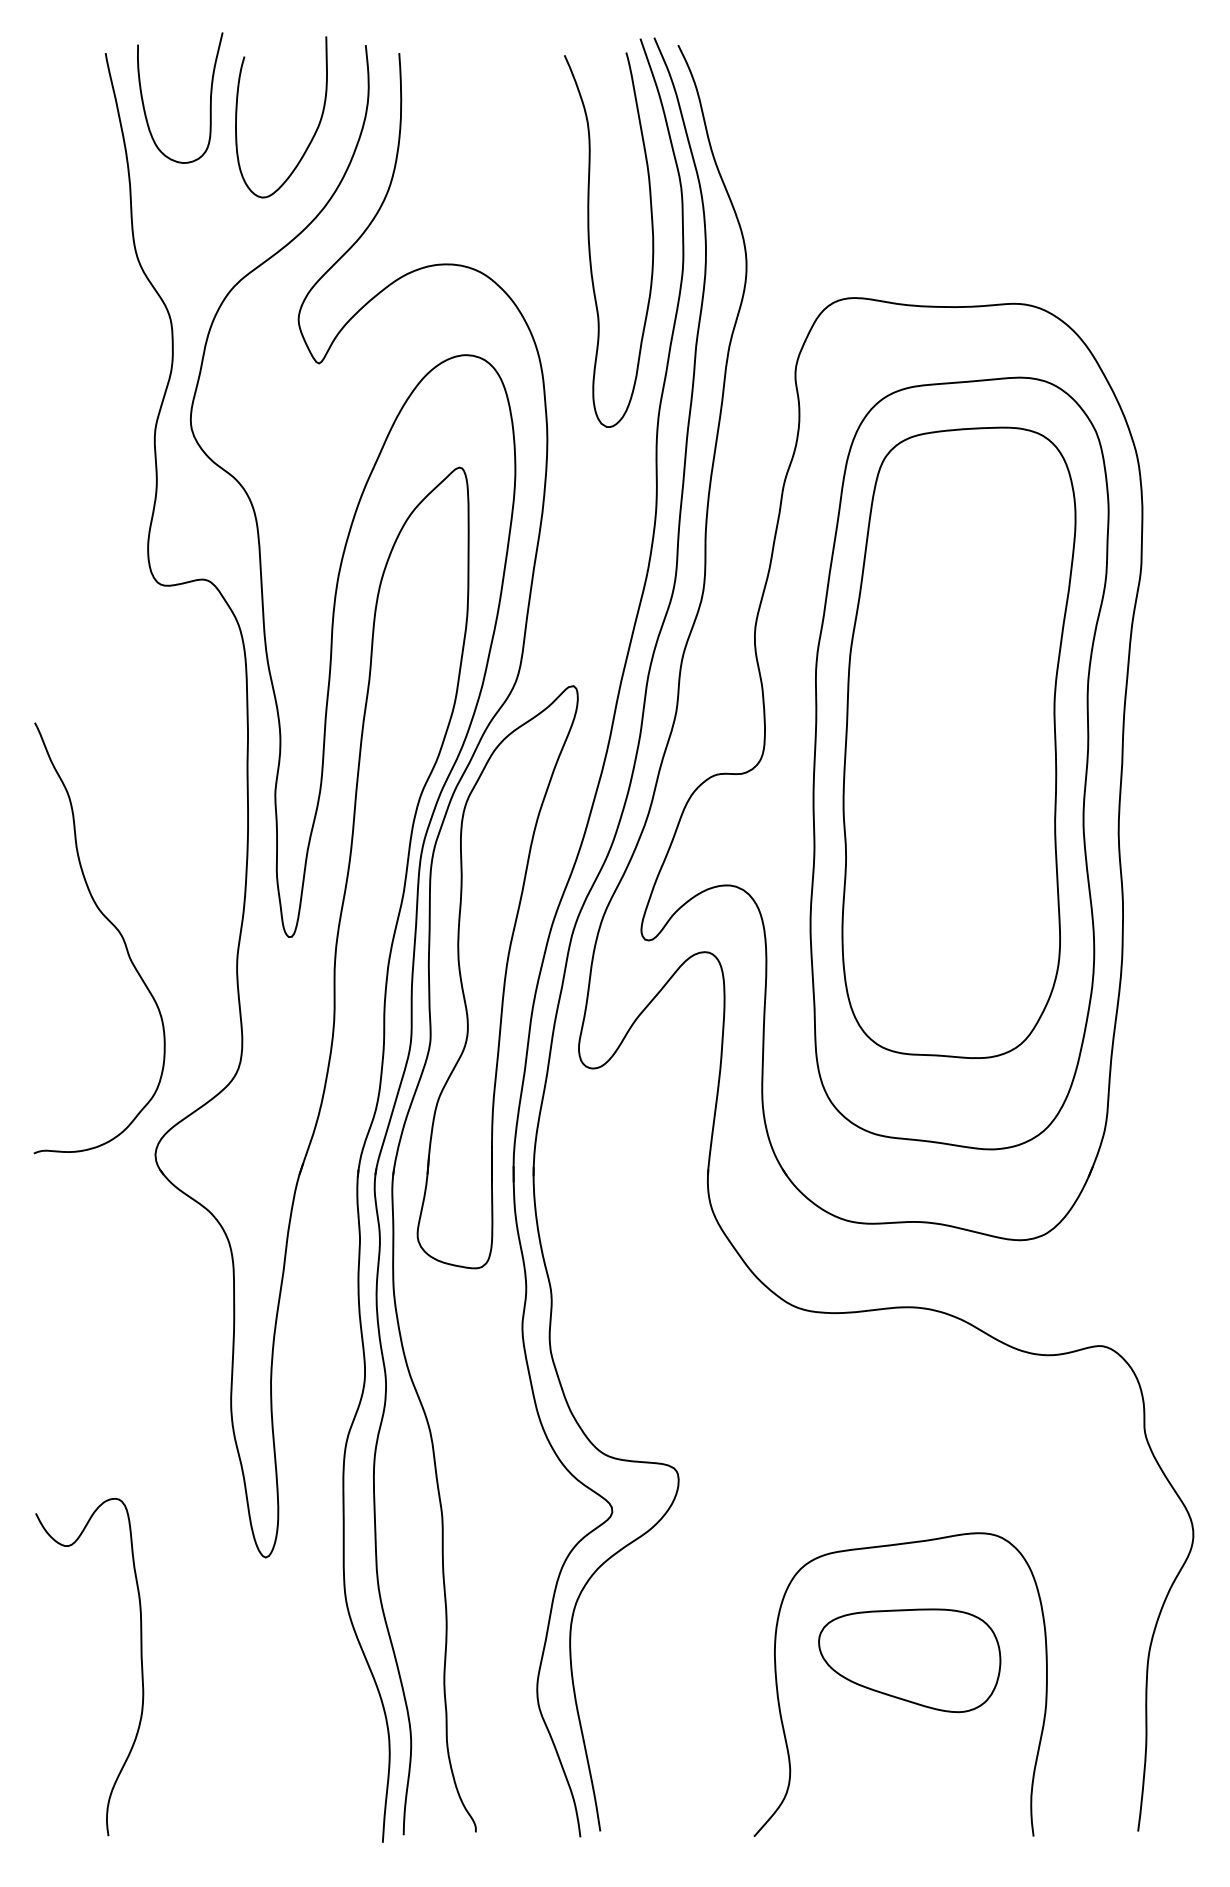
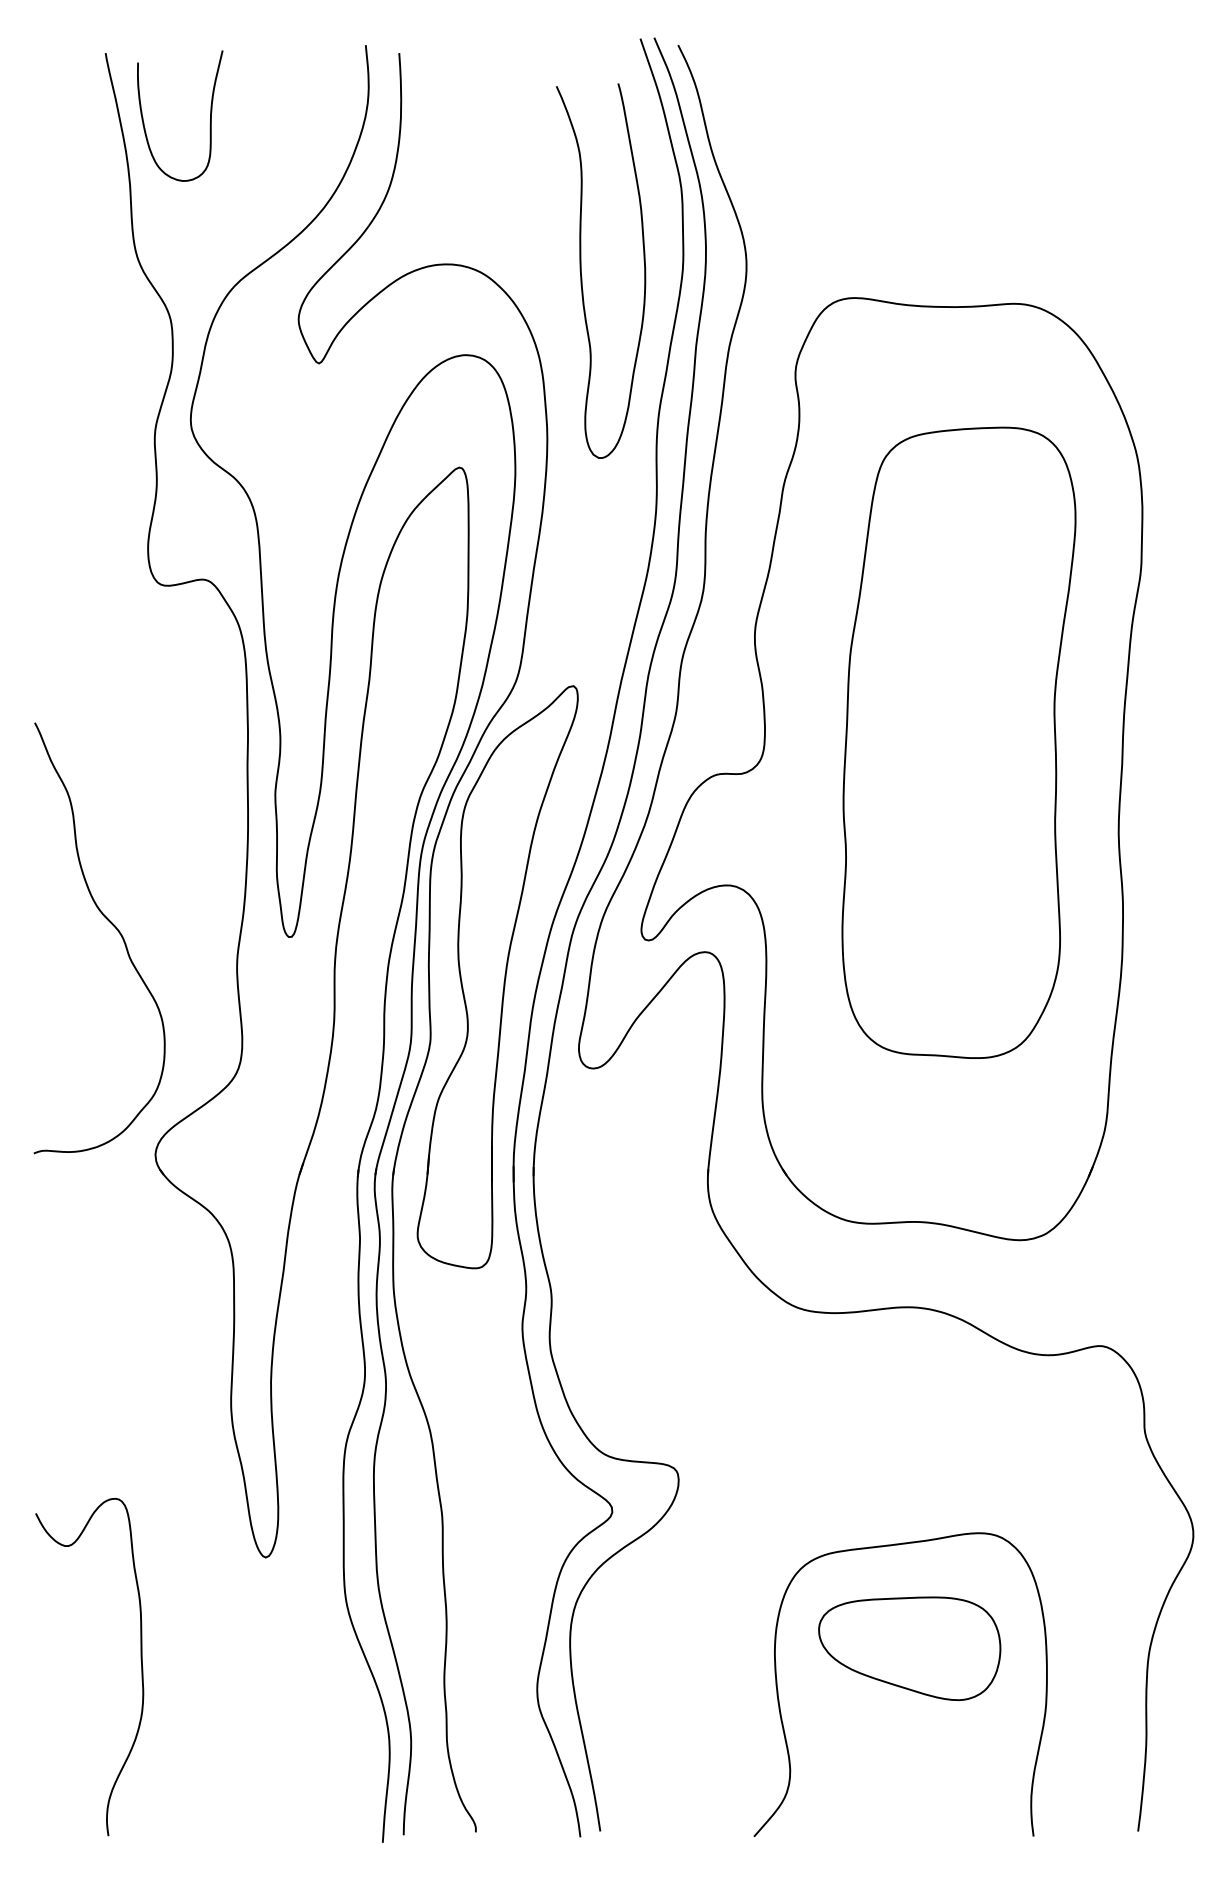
curve at (210, 97) position: (210, 97) -> (210, 115)
curve at (313, 134): present -> none
curve at (590, 245) position: (590, 245) -> (582, 276)
part at (959, 763): present -> none
part at (909, 1660) position: (909, 1660) -> (909, 1648)
